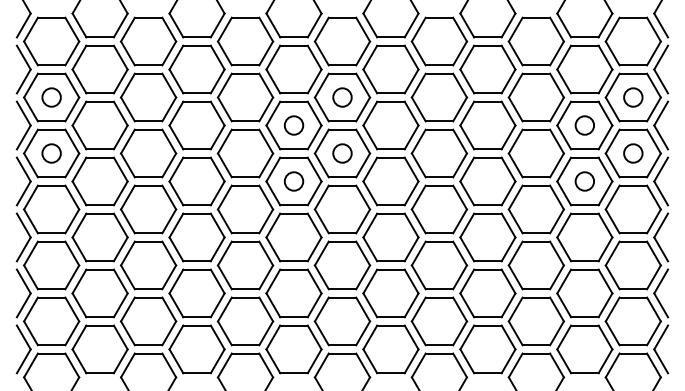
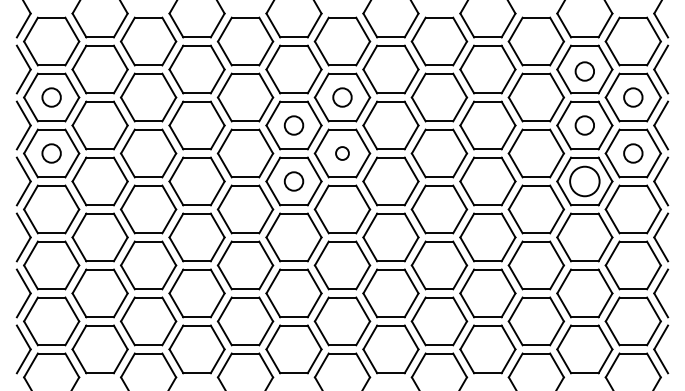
circle at (584, 71): none -> present
circle at (342, 153) size: 21x21 px -> 15x15 px
circle at (584, 181) diameter: 18 px -> 30 px
